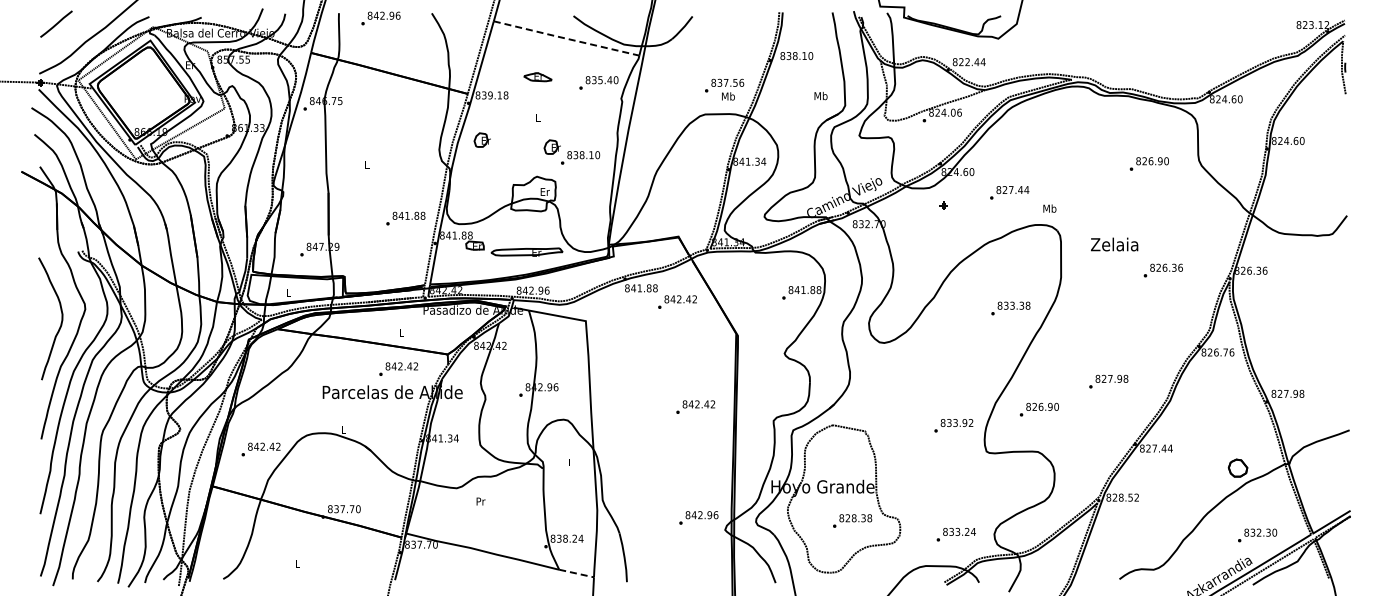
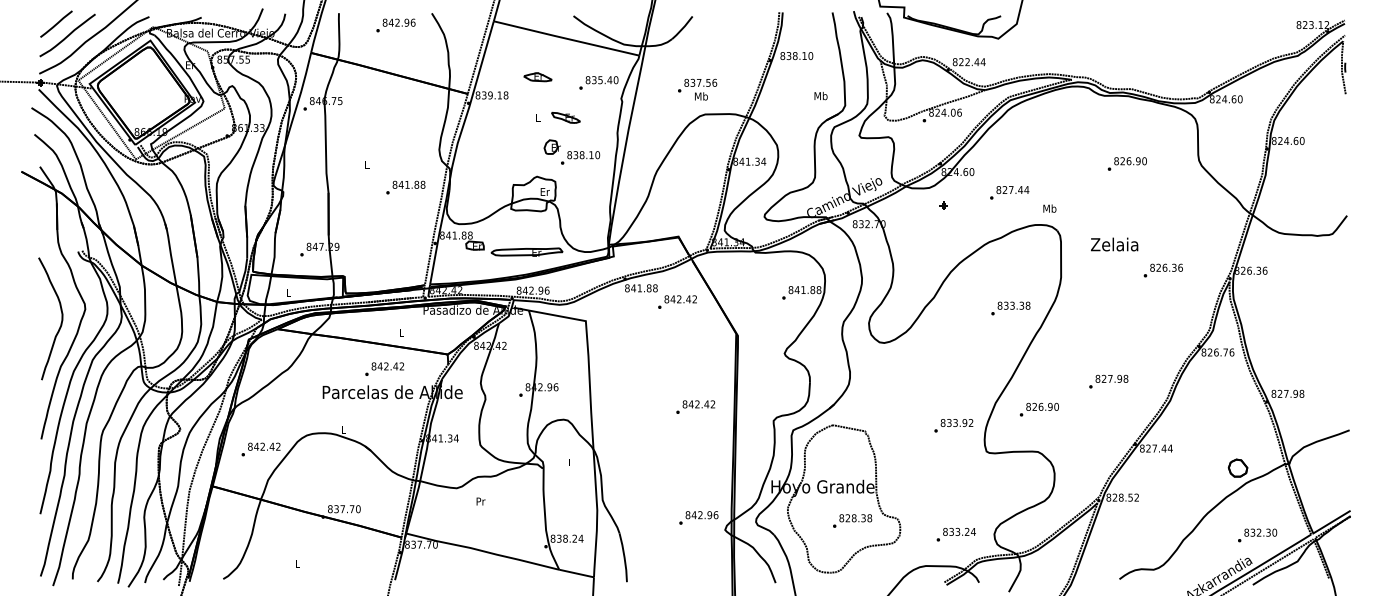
text at (380, 18) position: (380, 18) -> (395, 25)
curve at (67, 35): none -> present
line at (565, 38): dashed -> solid
text at (724, 89) position: (724, 89) -> (697, 89)
part at (565, 117): none -> present
part at (481, 139): present -> none
text at (1148, 163) position: (1148, 163) -> (1126, 163)
text at (405, 218) position: (405, 218) -> (405, 187)
text at (398, 368) position: (398, 368) -> (384, 368)
line at (576, 573): dashed -> solid
